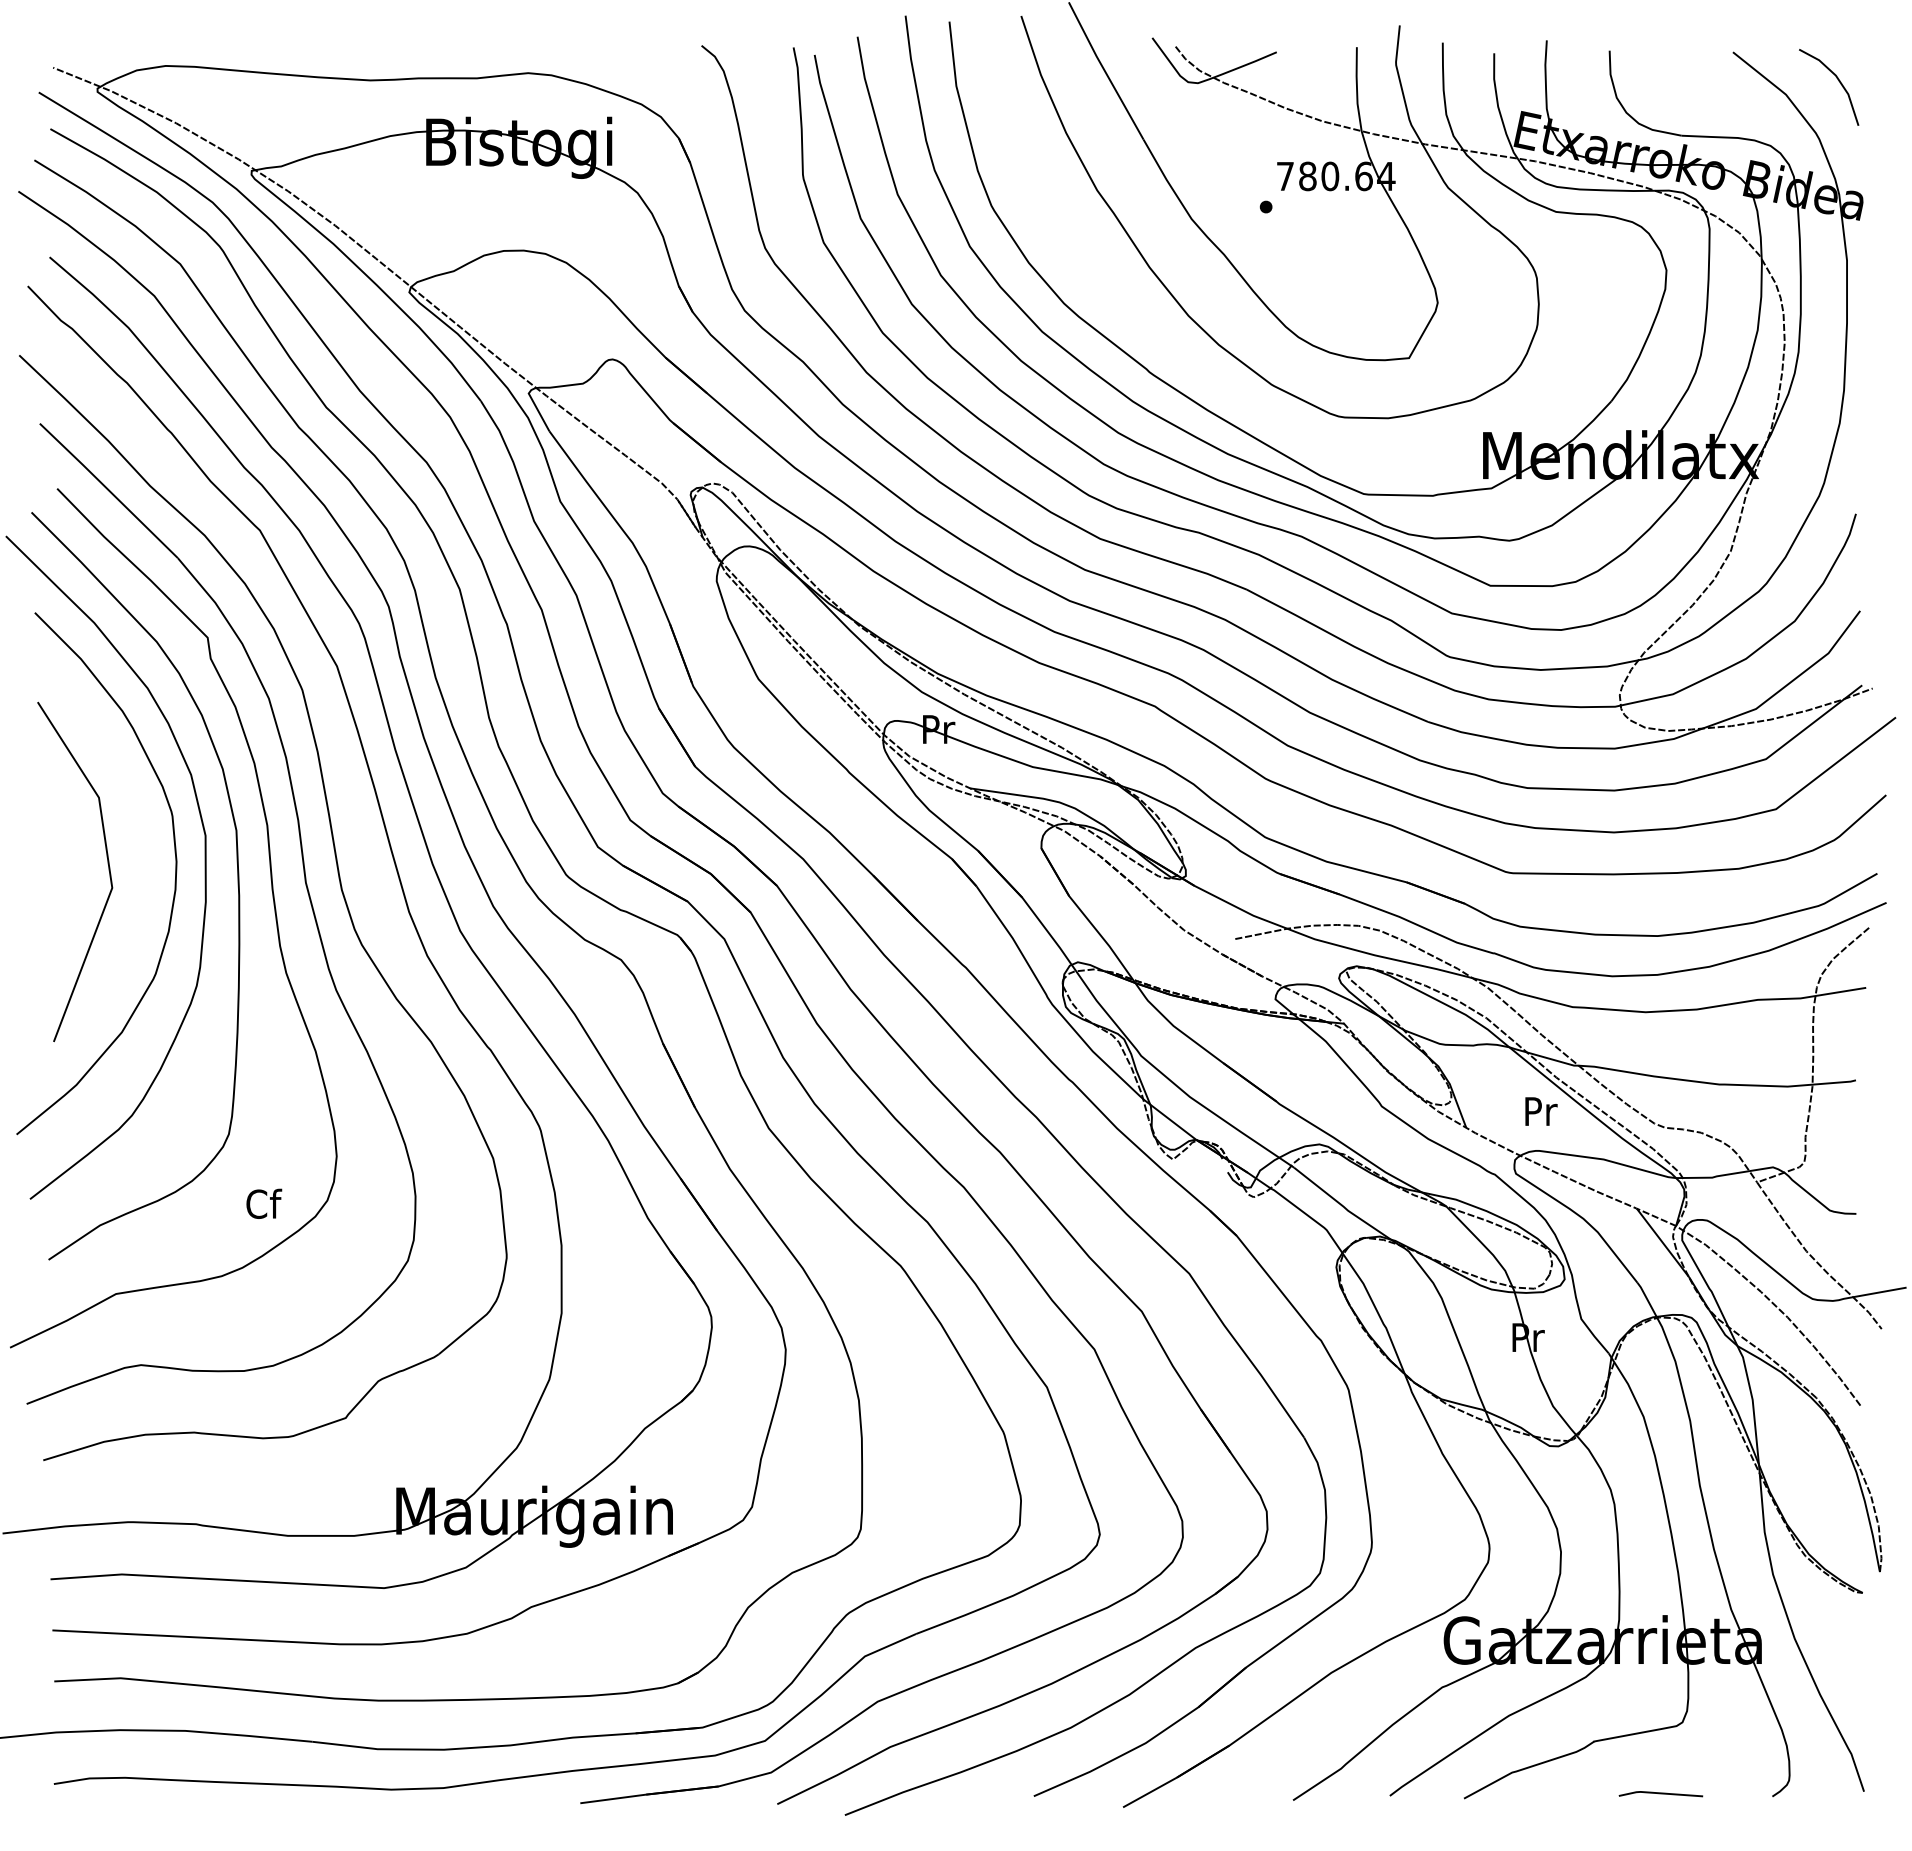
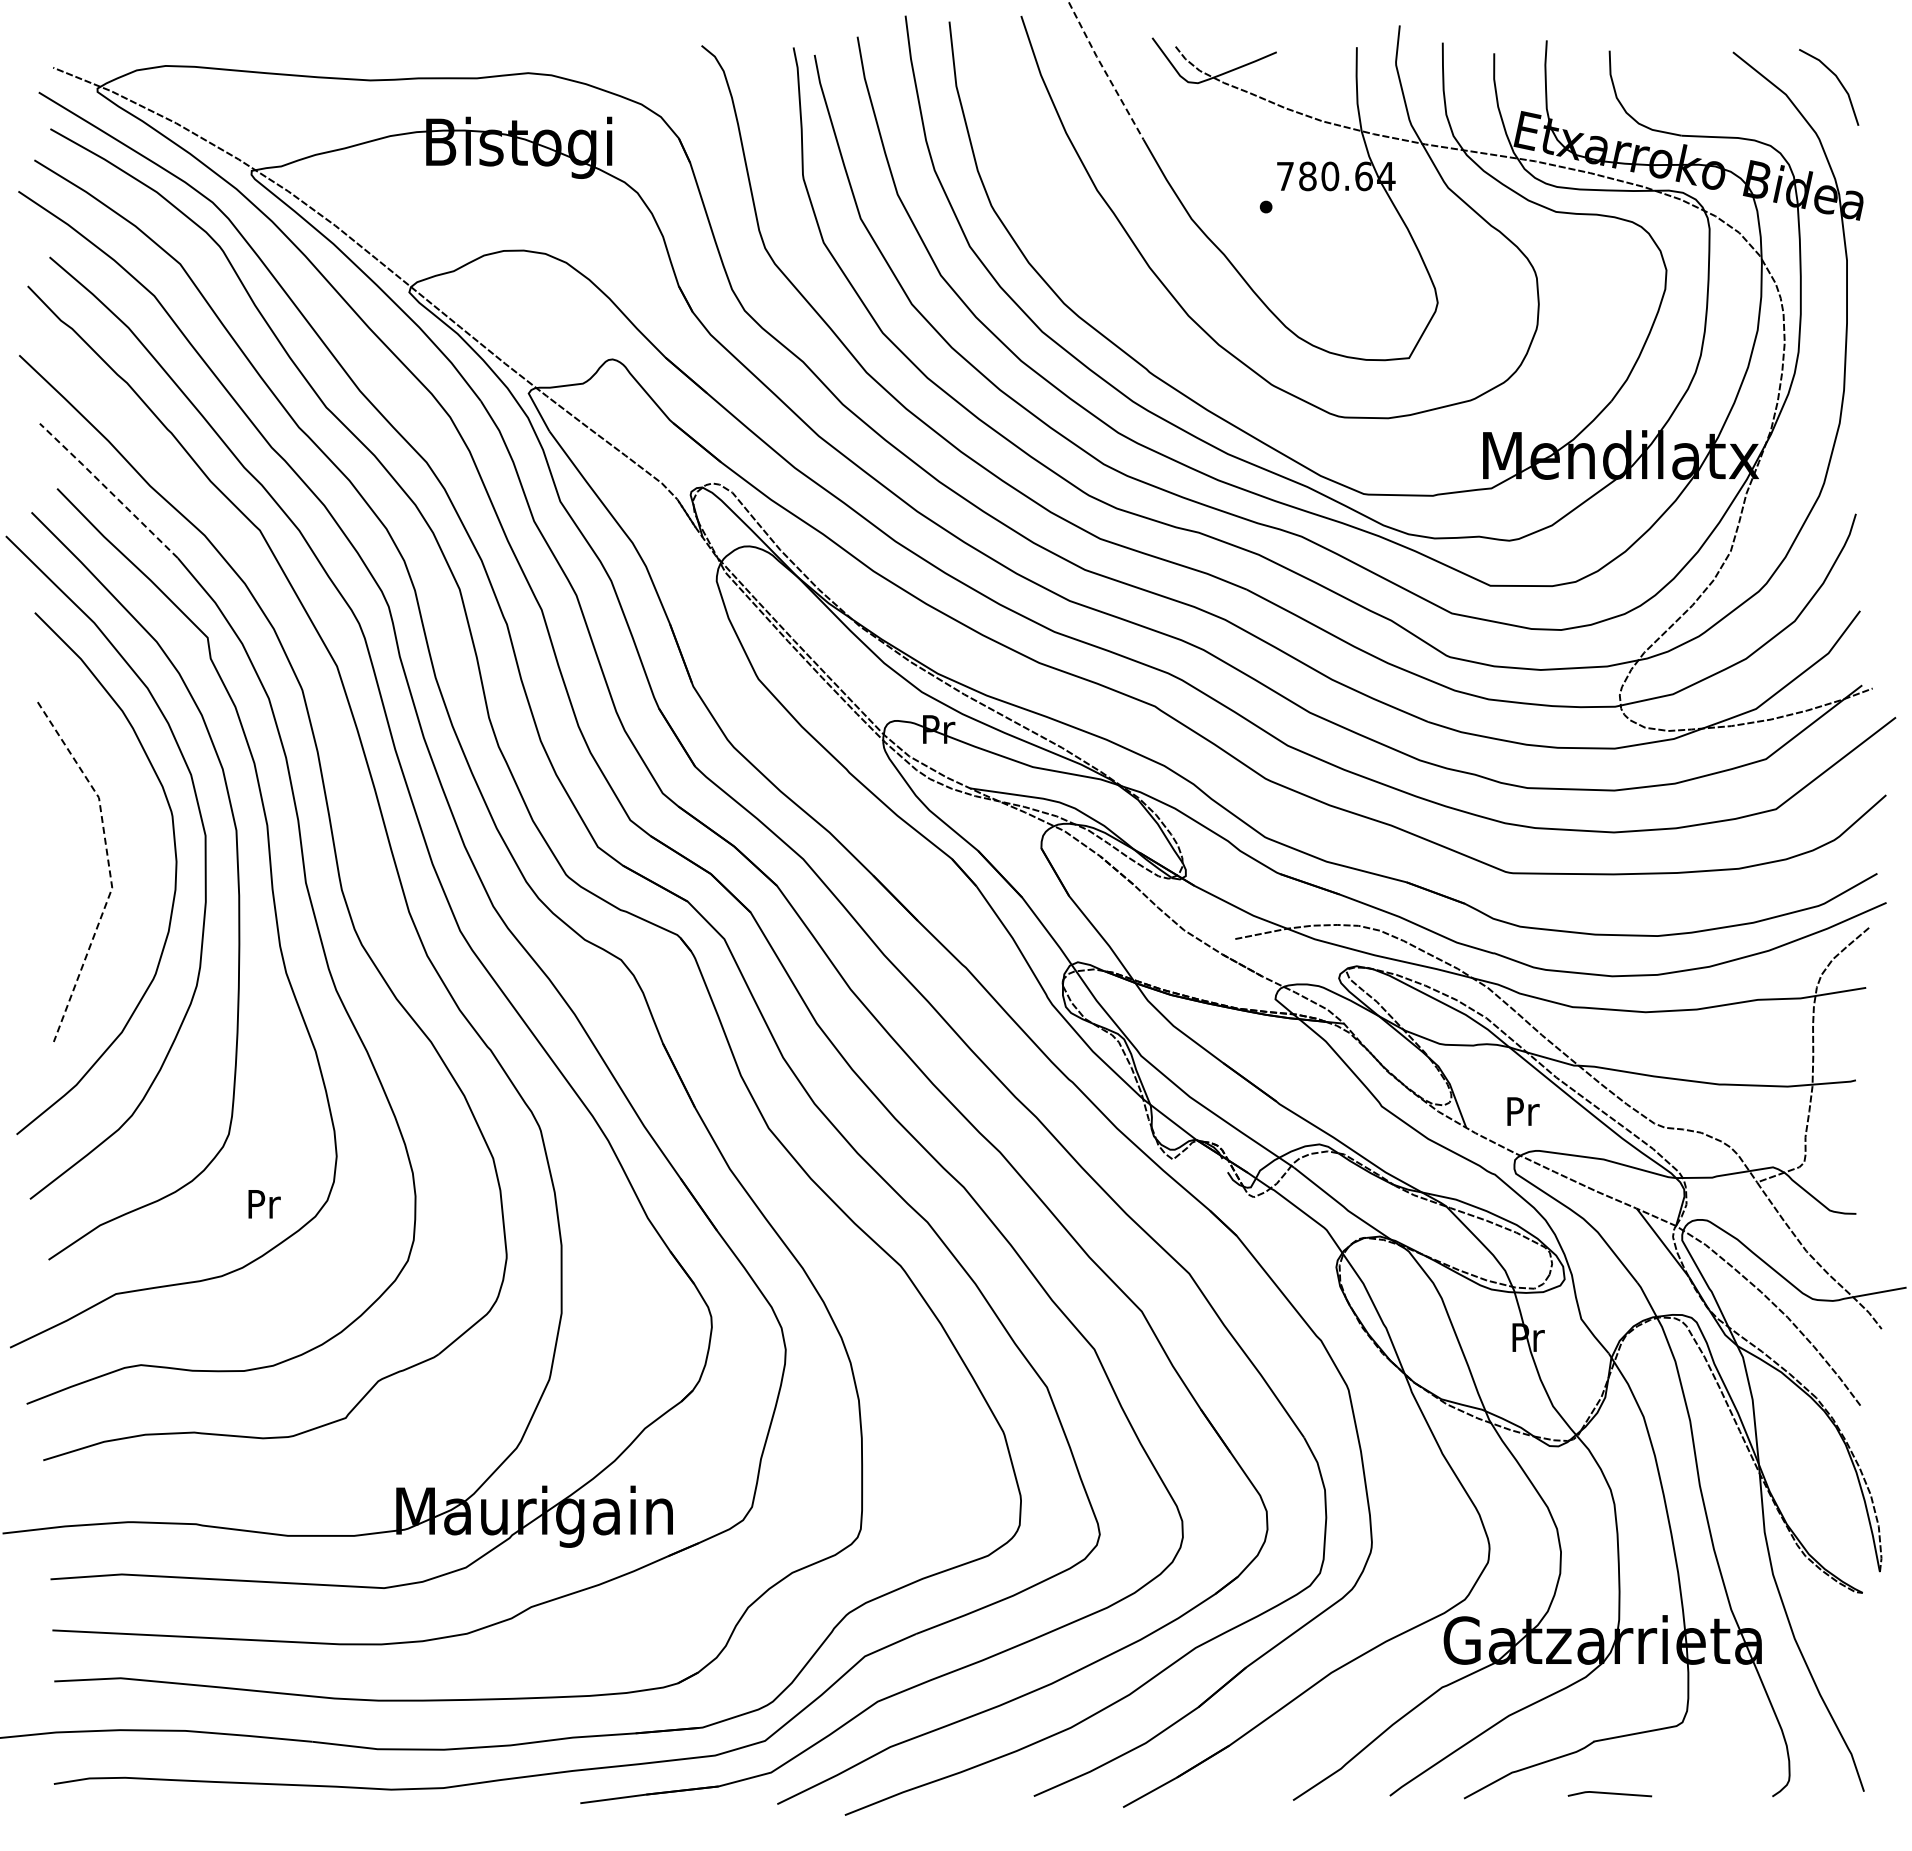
line at (1105, 72): solid -> dashed
line at (109, 490): solid -> dashed
line at (109, 868): solid -> dashed
text at (1541, 1111) position: (1541, 1111) -> (1523, 1111)
text at (264, 1203): Cf -> Pr
line at (1660, 1794) position: (1660, 1794) -> (1609, 1794)
